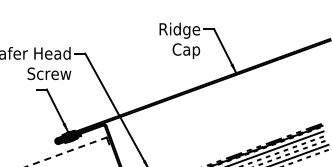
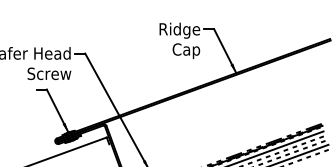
line at (66, 152): dashed -> solid
